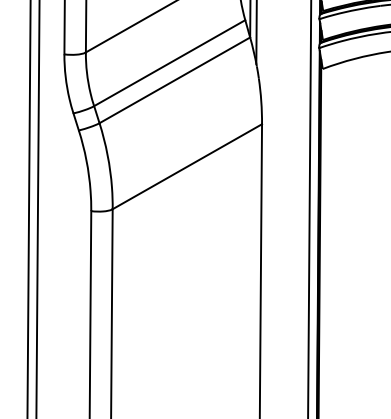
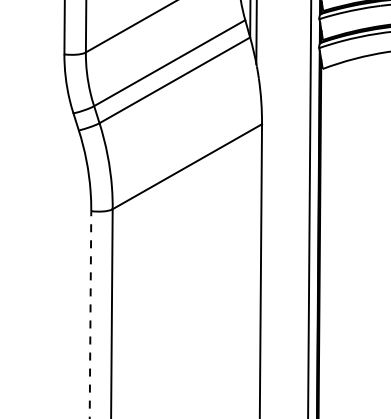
line at (28, 208): present -> none
line at (37, 208): present -> none
line at (90, 315): solid -> dashed
